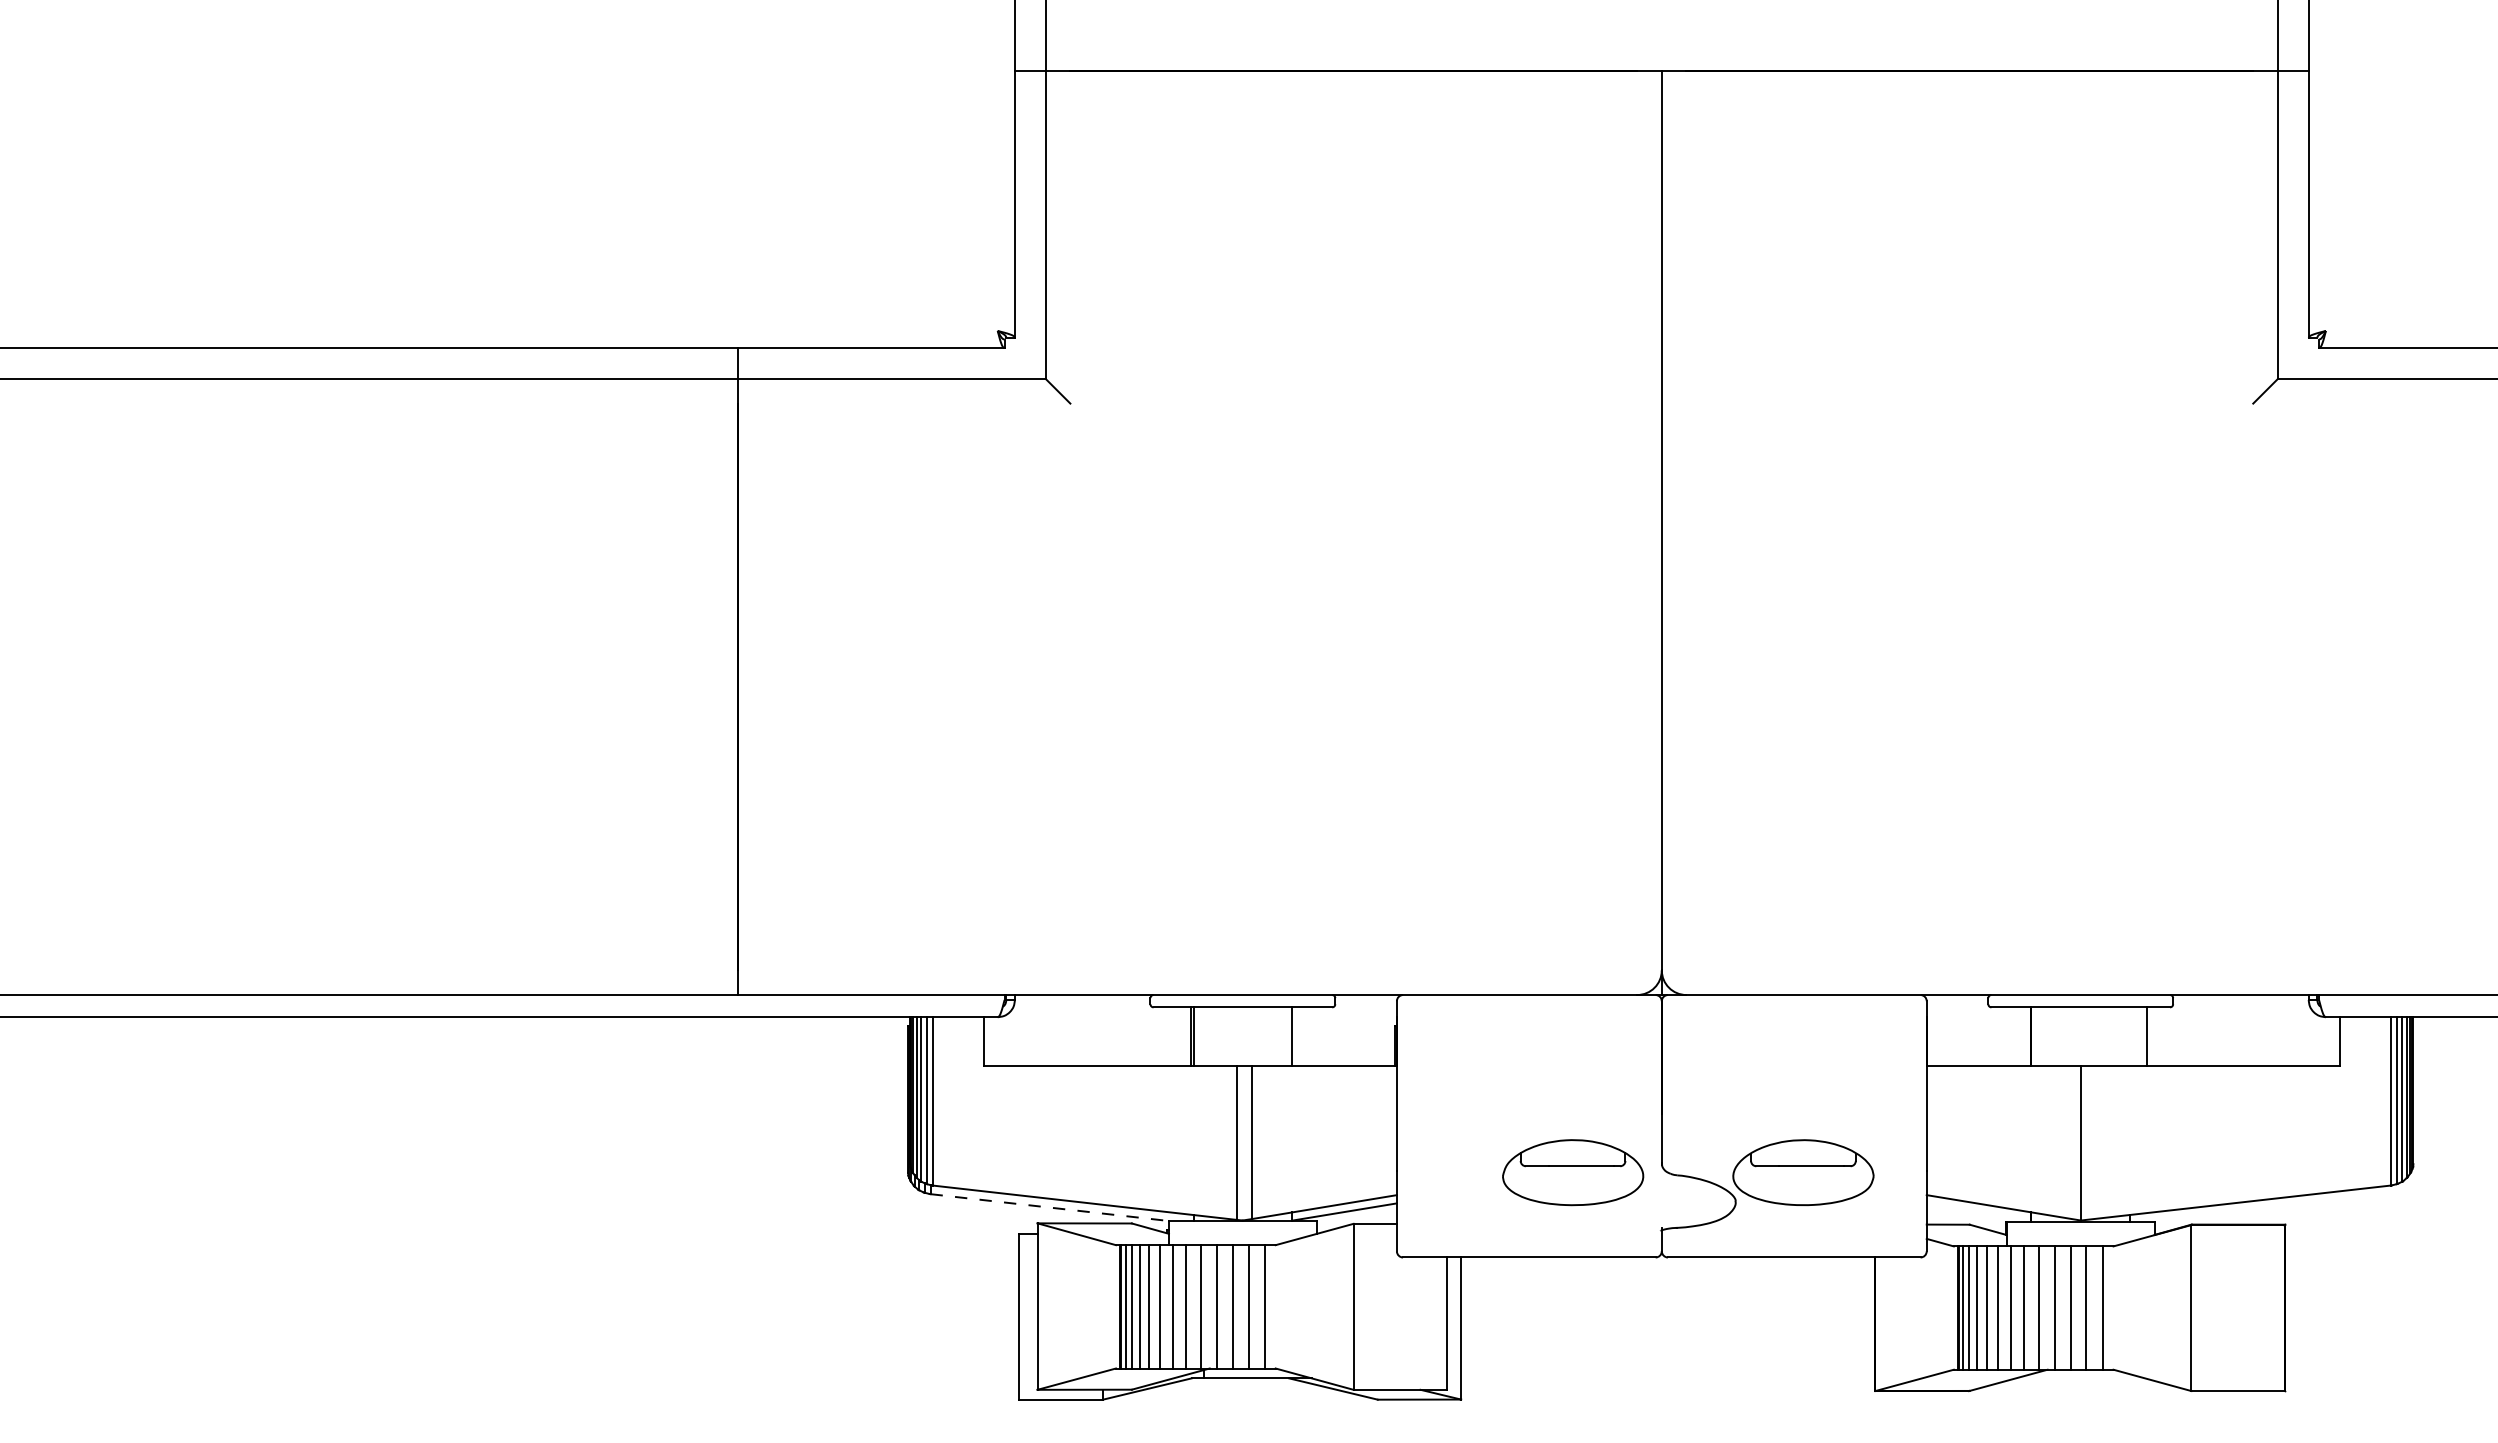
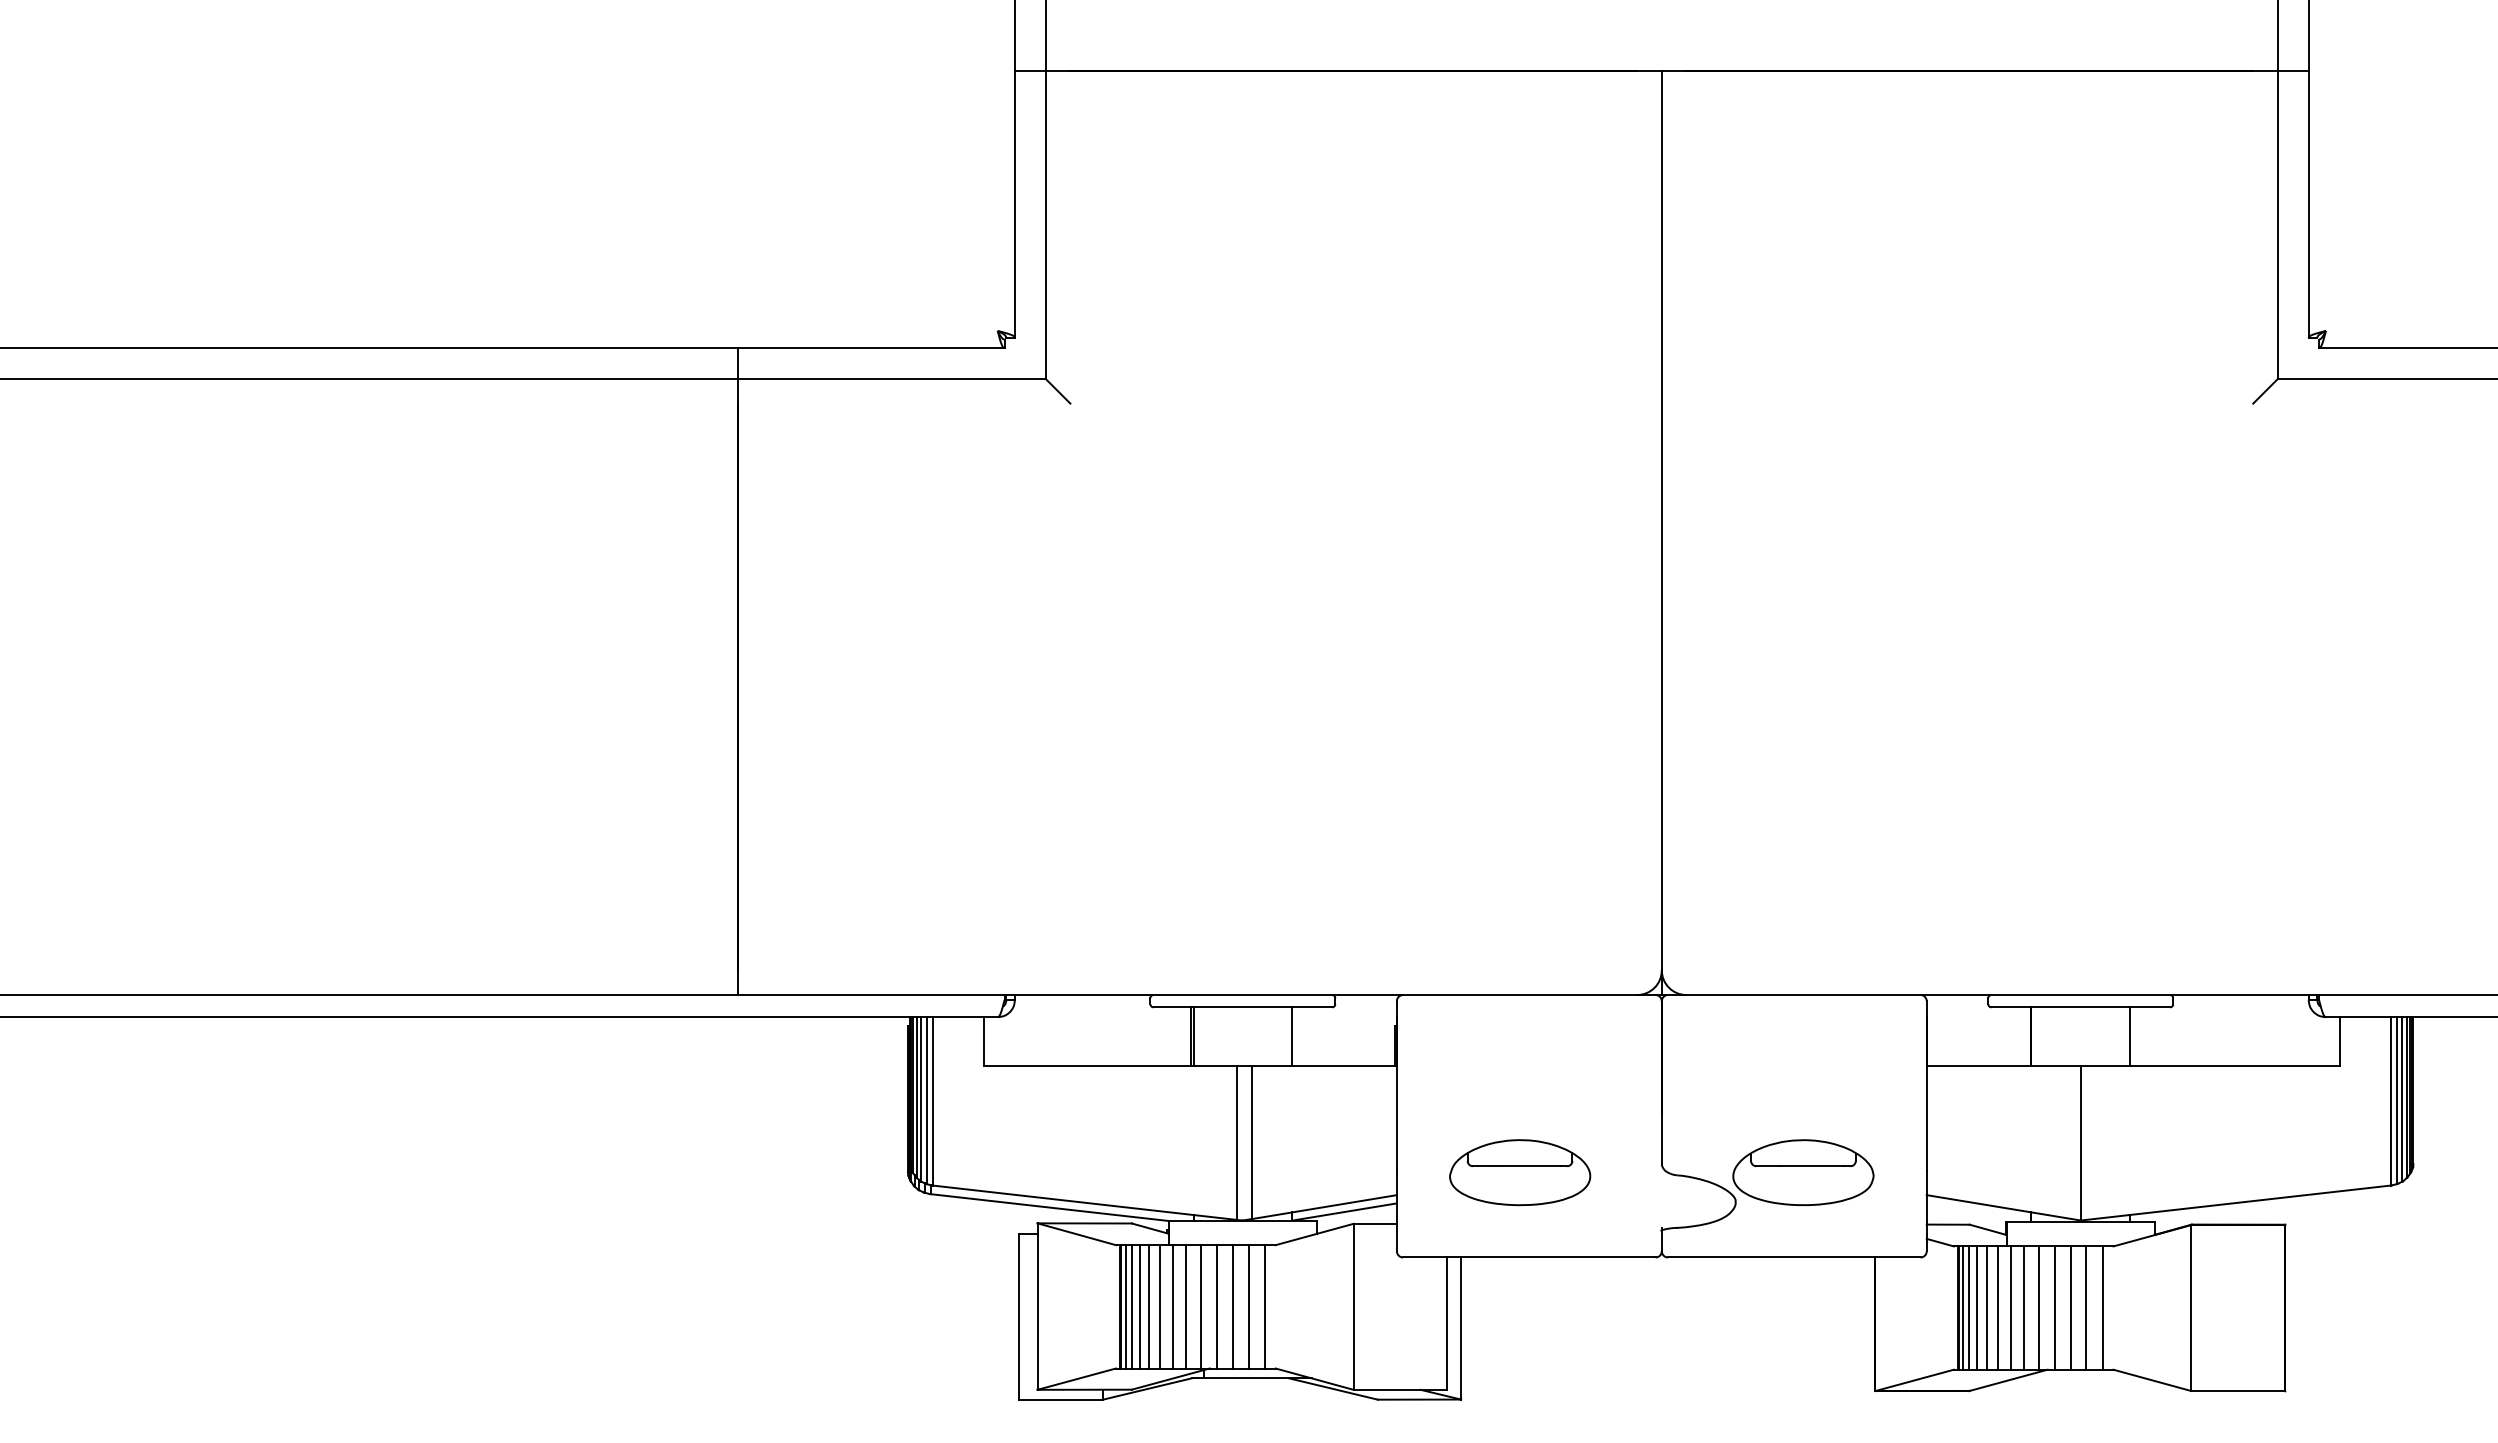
line at (2147, 1036) position: (2147, 1036) -> (2130, 1036)
part at (1573, 1172) position: (1573, 1172) -> (1520, 1172)
line at (1049, 1207): dashed -> solid
